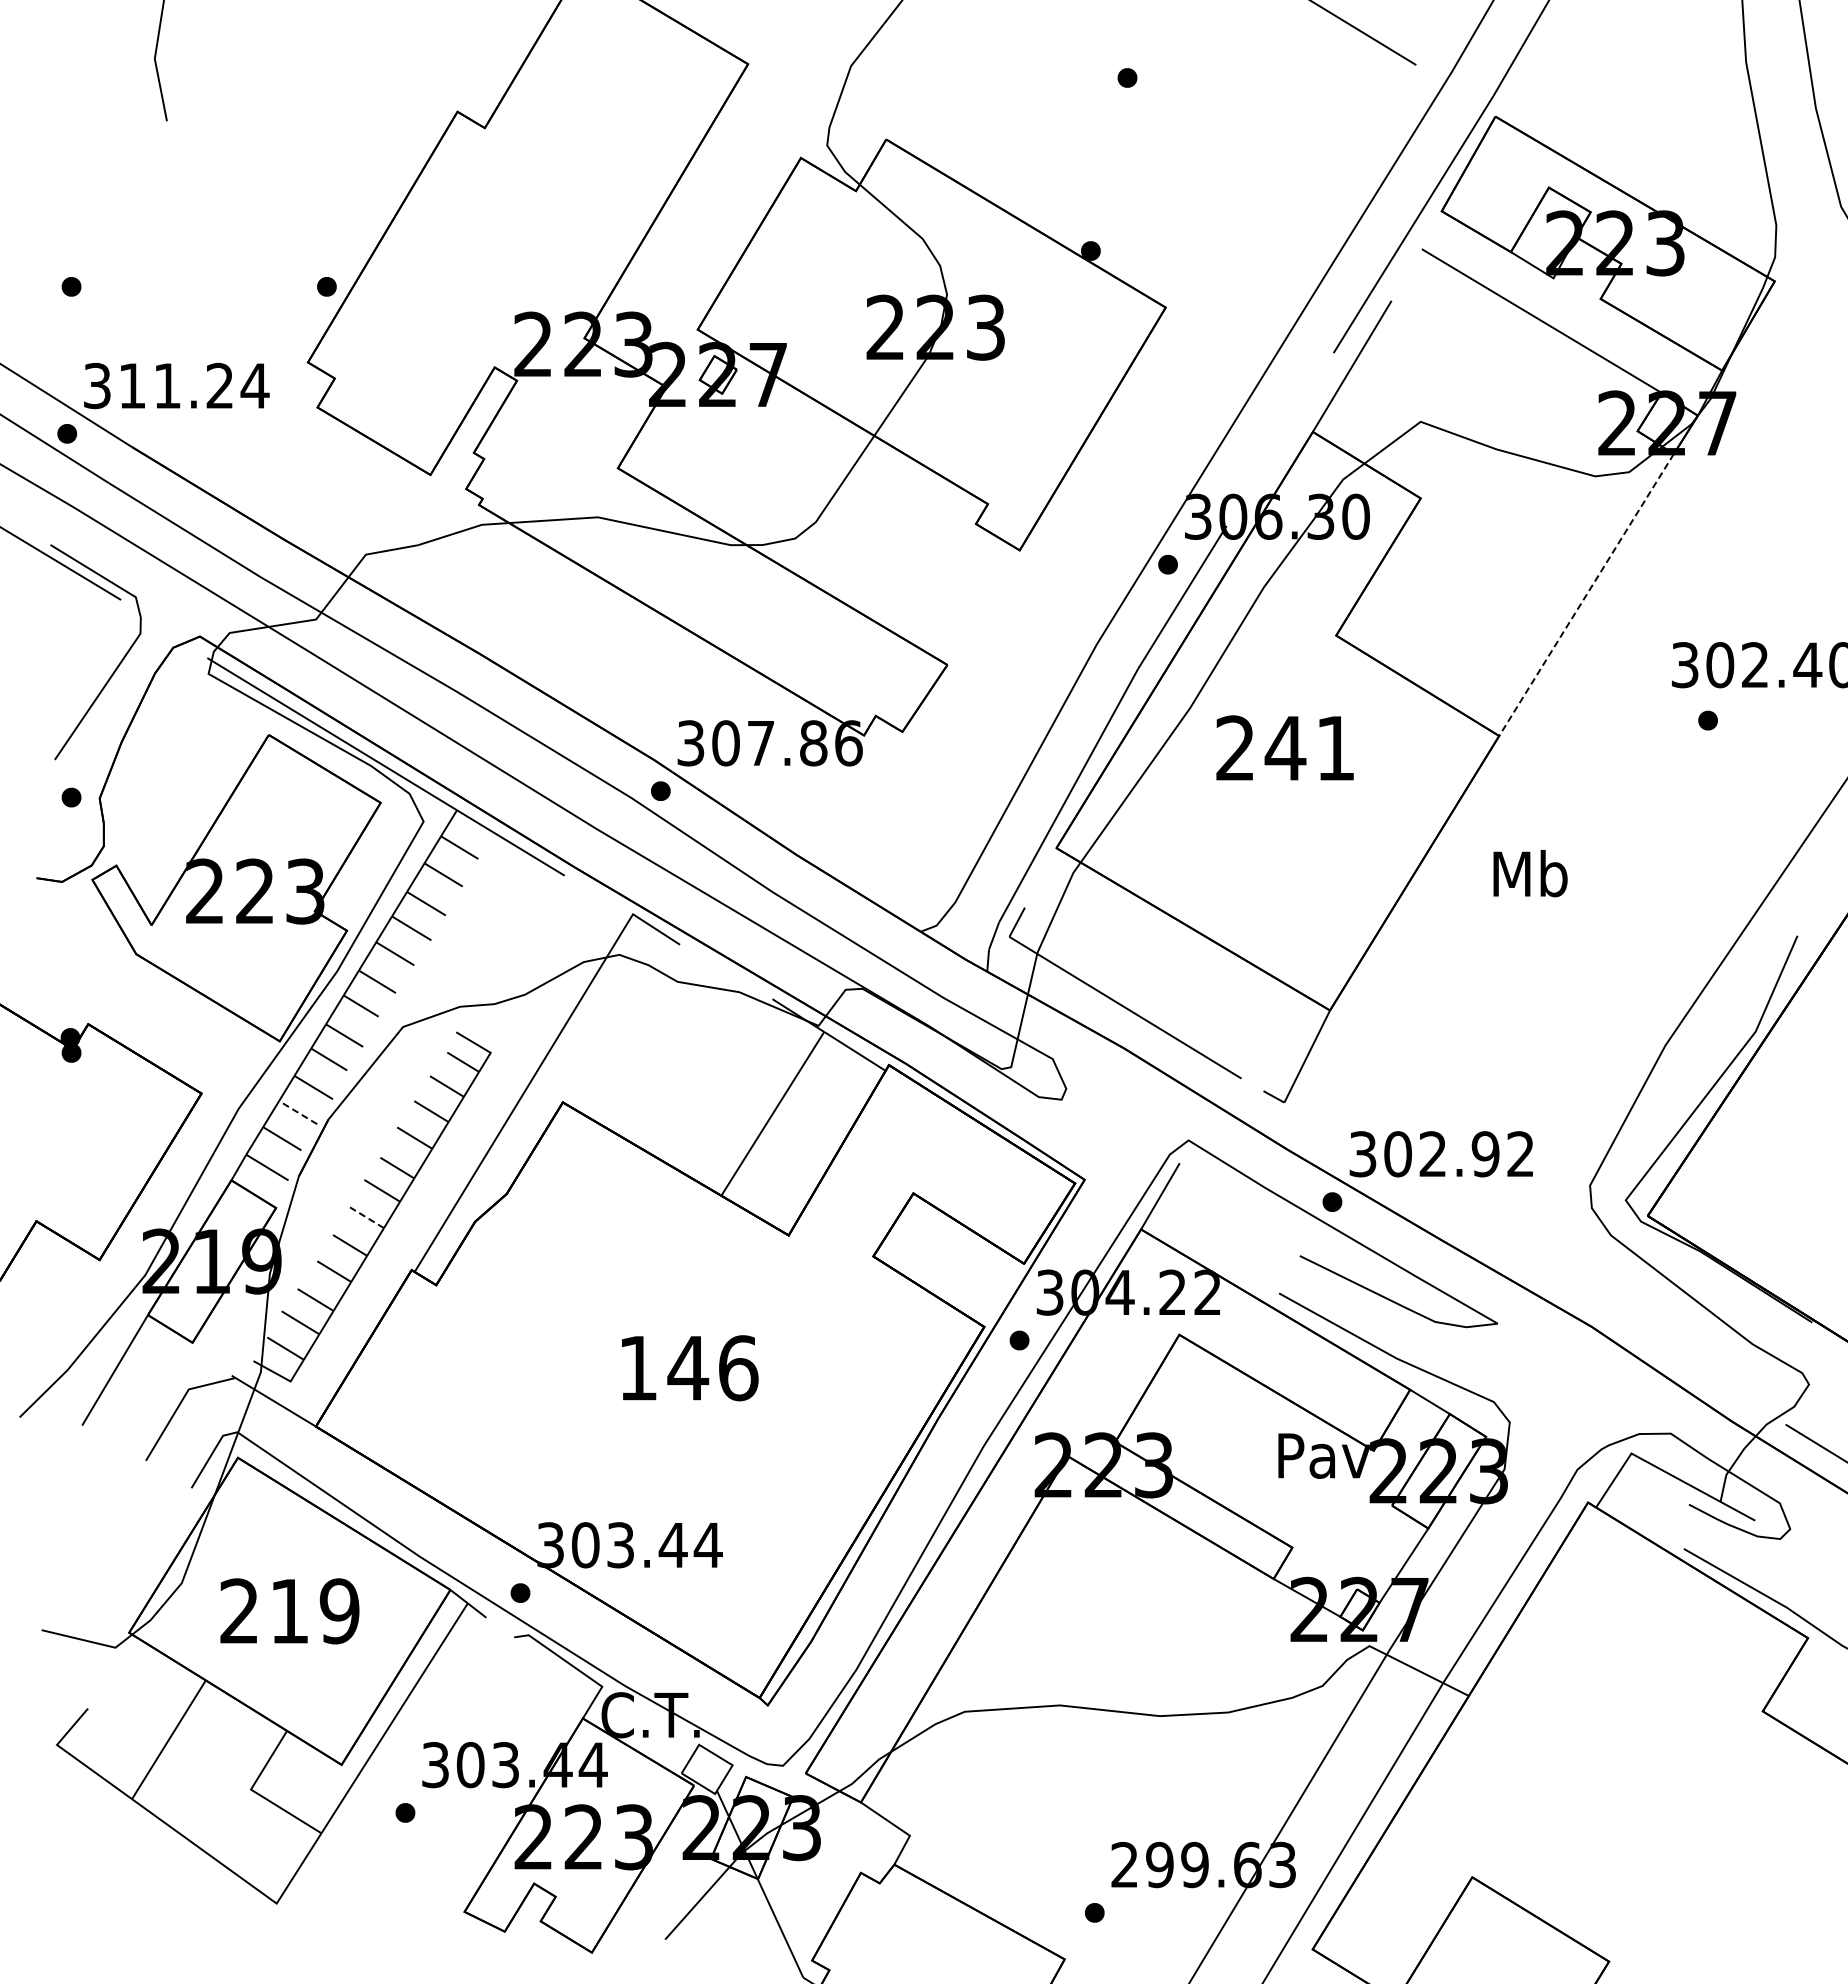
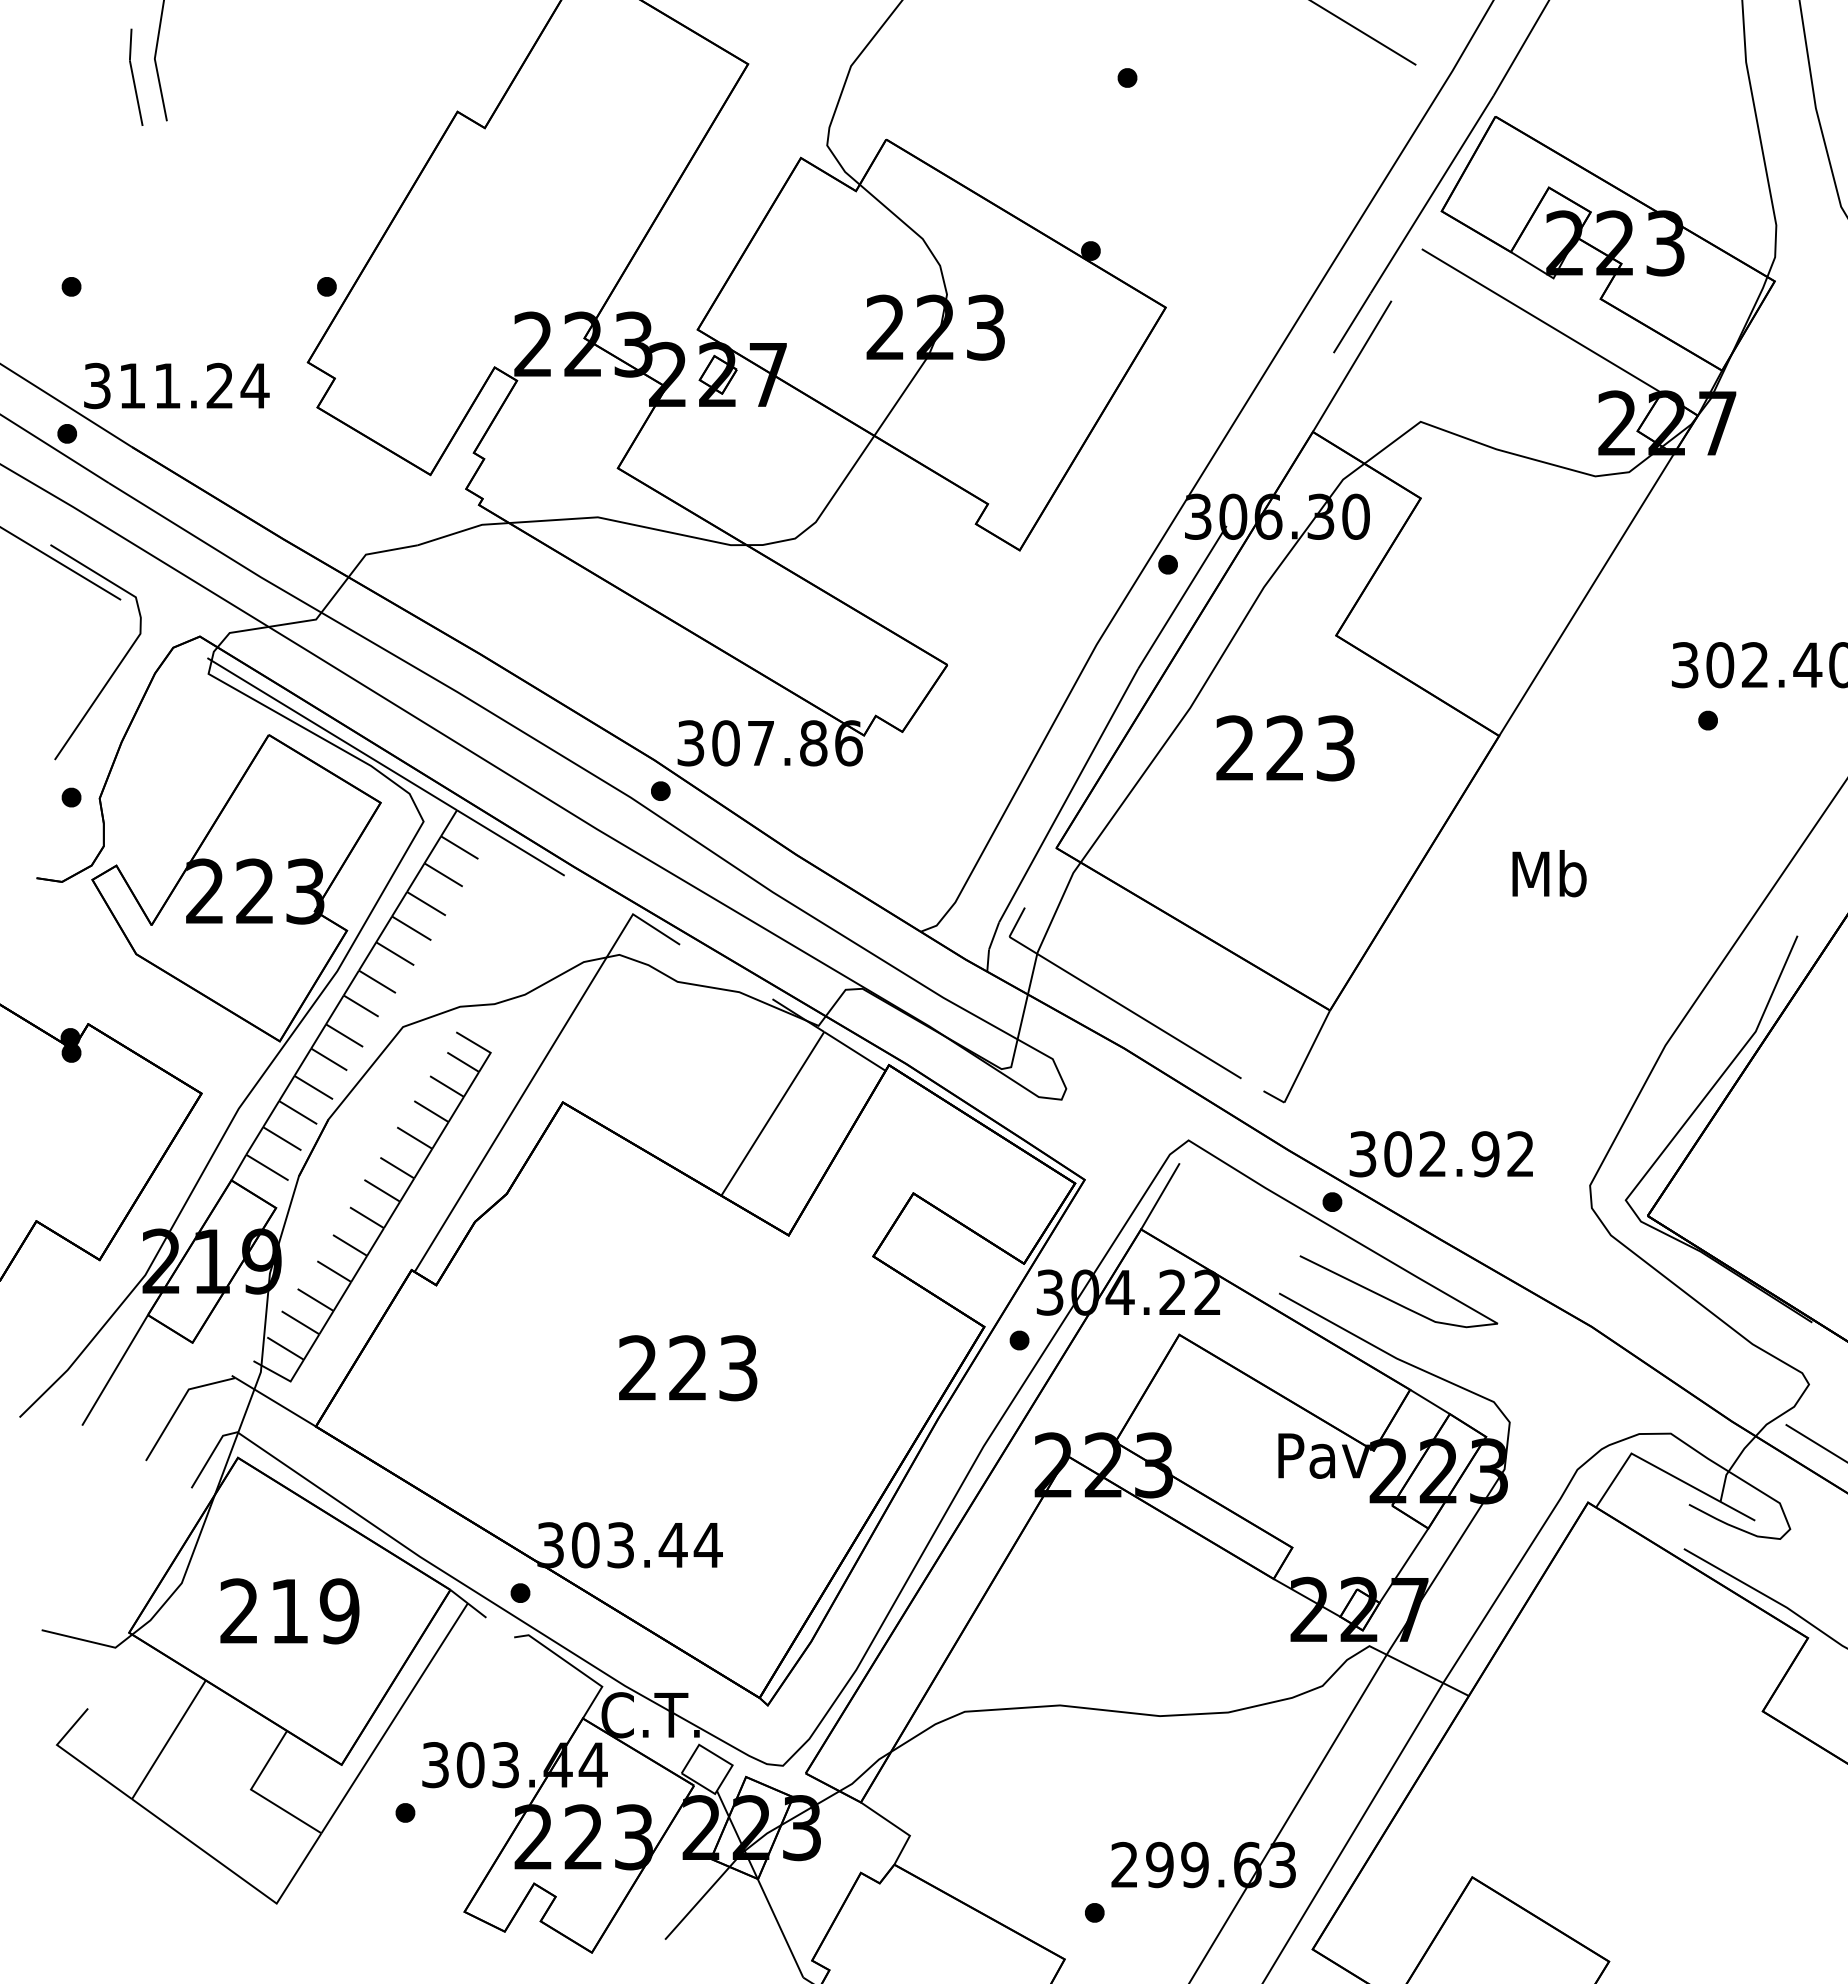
line at (134, 77): none -> present
line at (1586, 594): dashed -> solid
text at (1309, 748): 241 -> 223
text at (1530, 873) position: (1530, 873) -> (1549, 873)
line at (297, 1112): dashed -> solid
line at (367, 1217): dashed -> solid
text at (688, 1368): 146 -> 223
